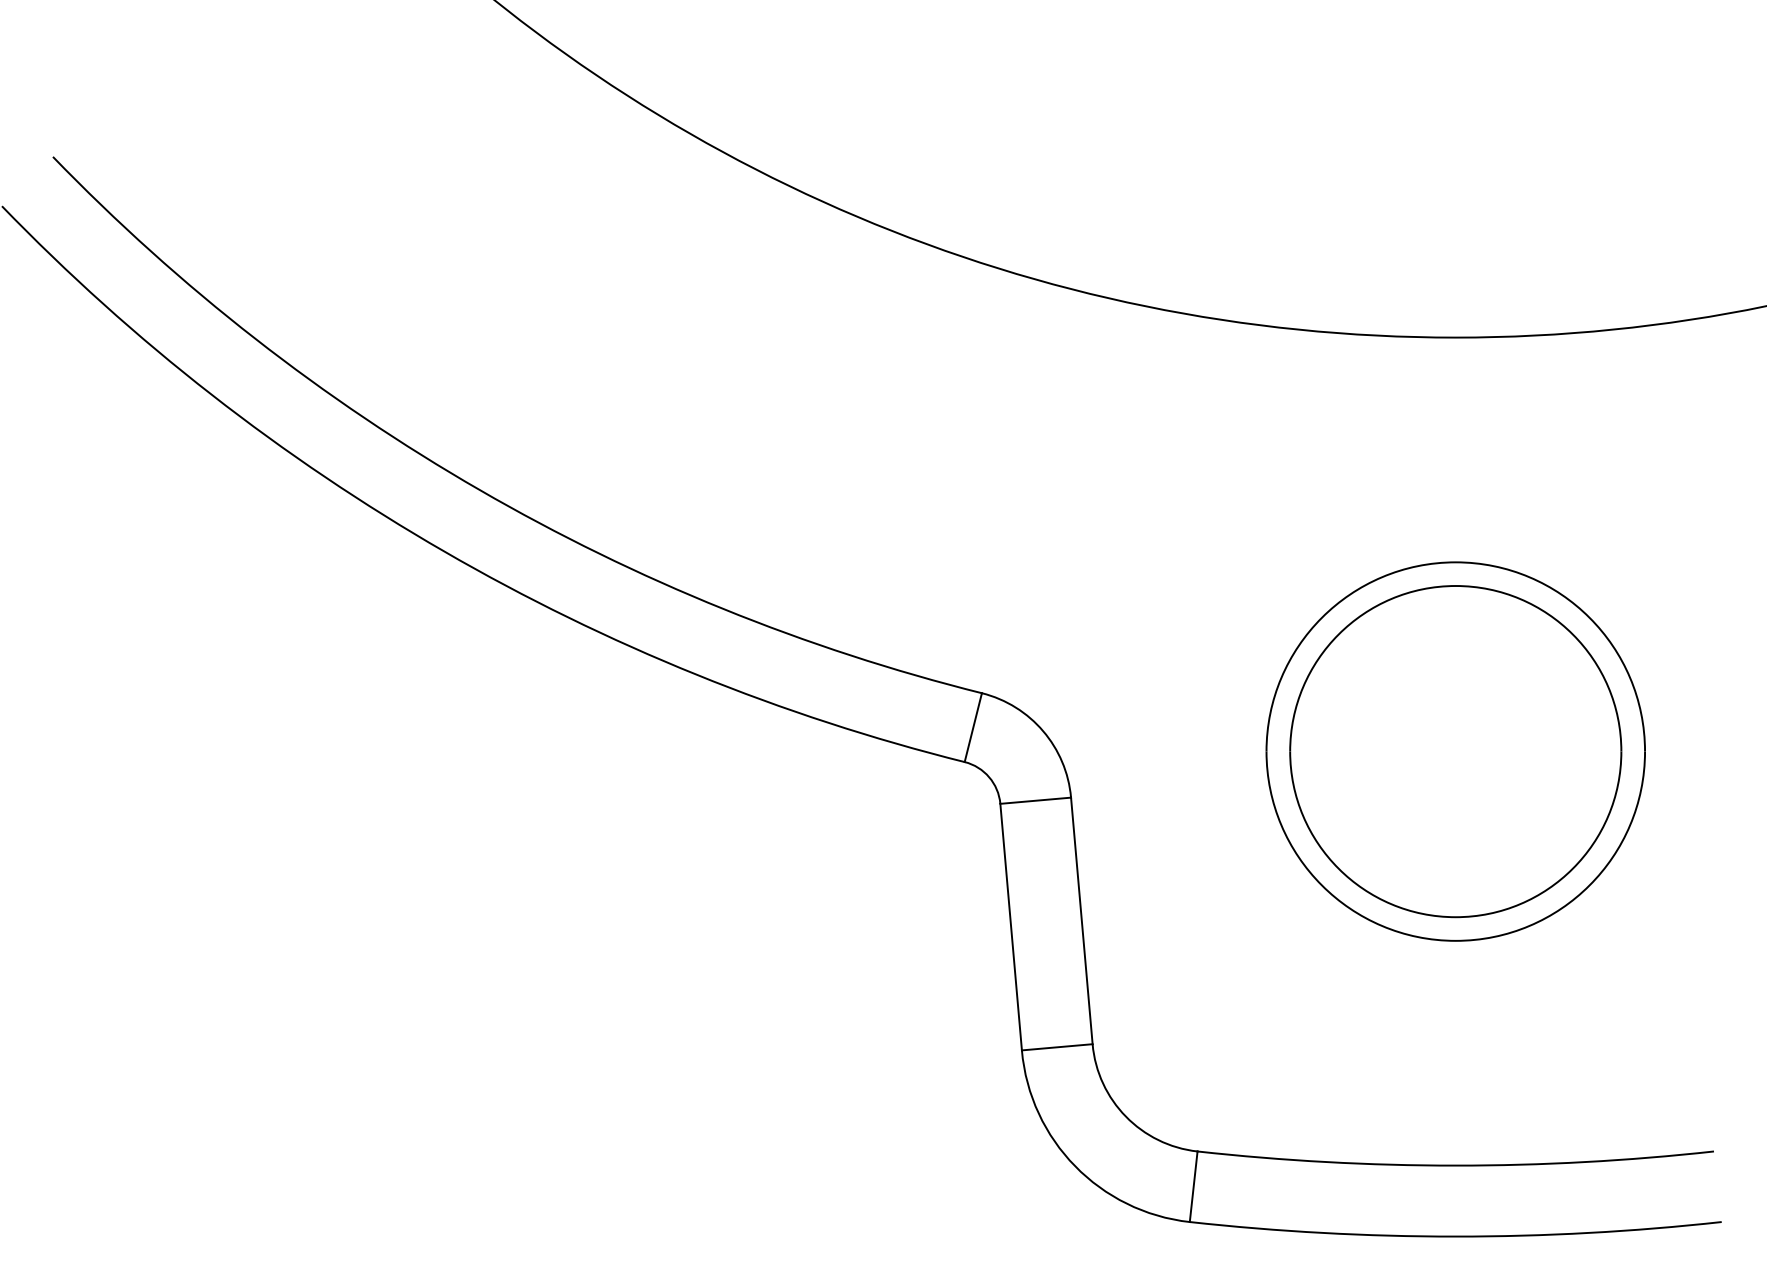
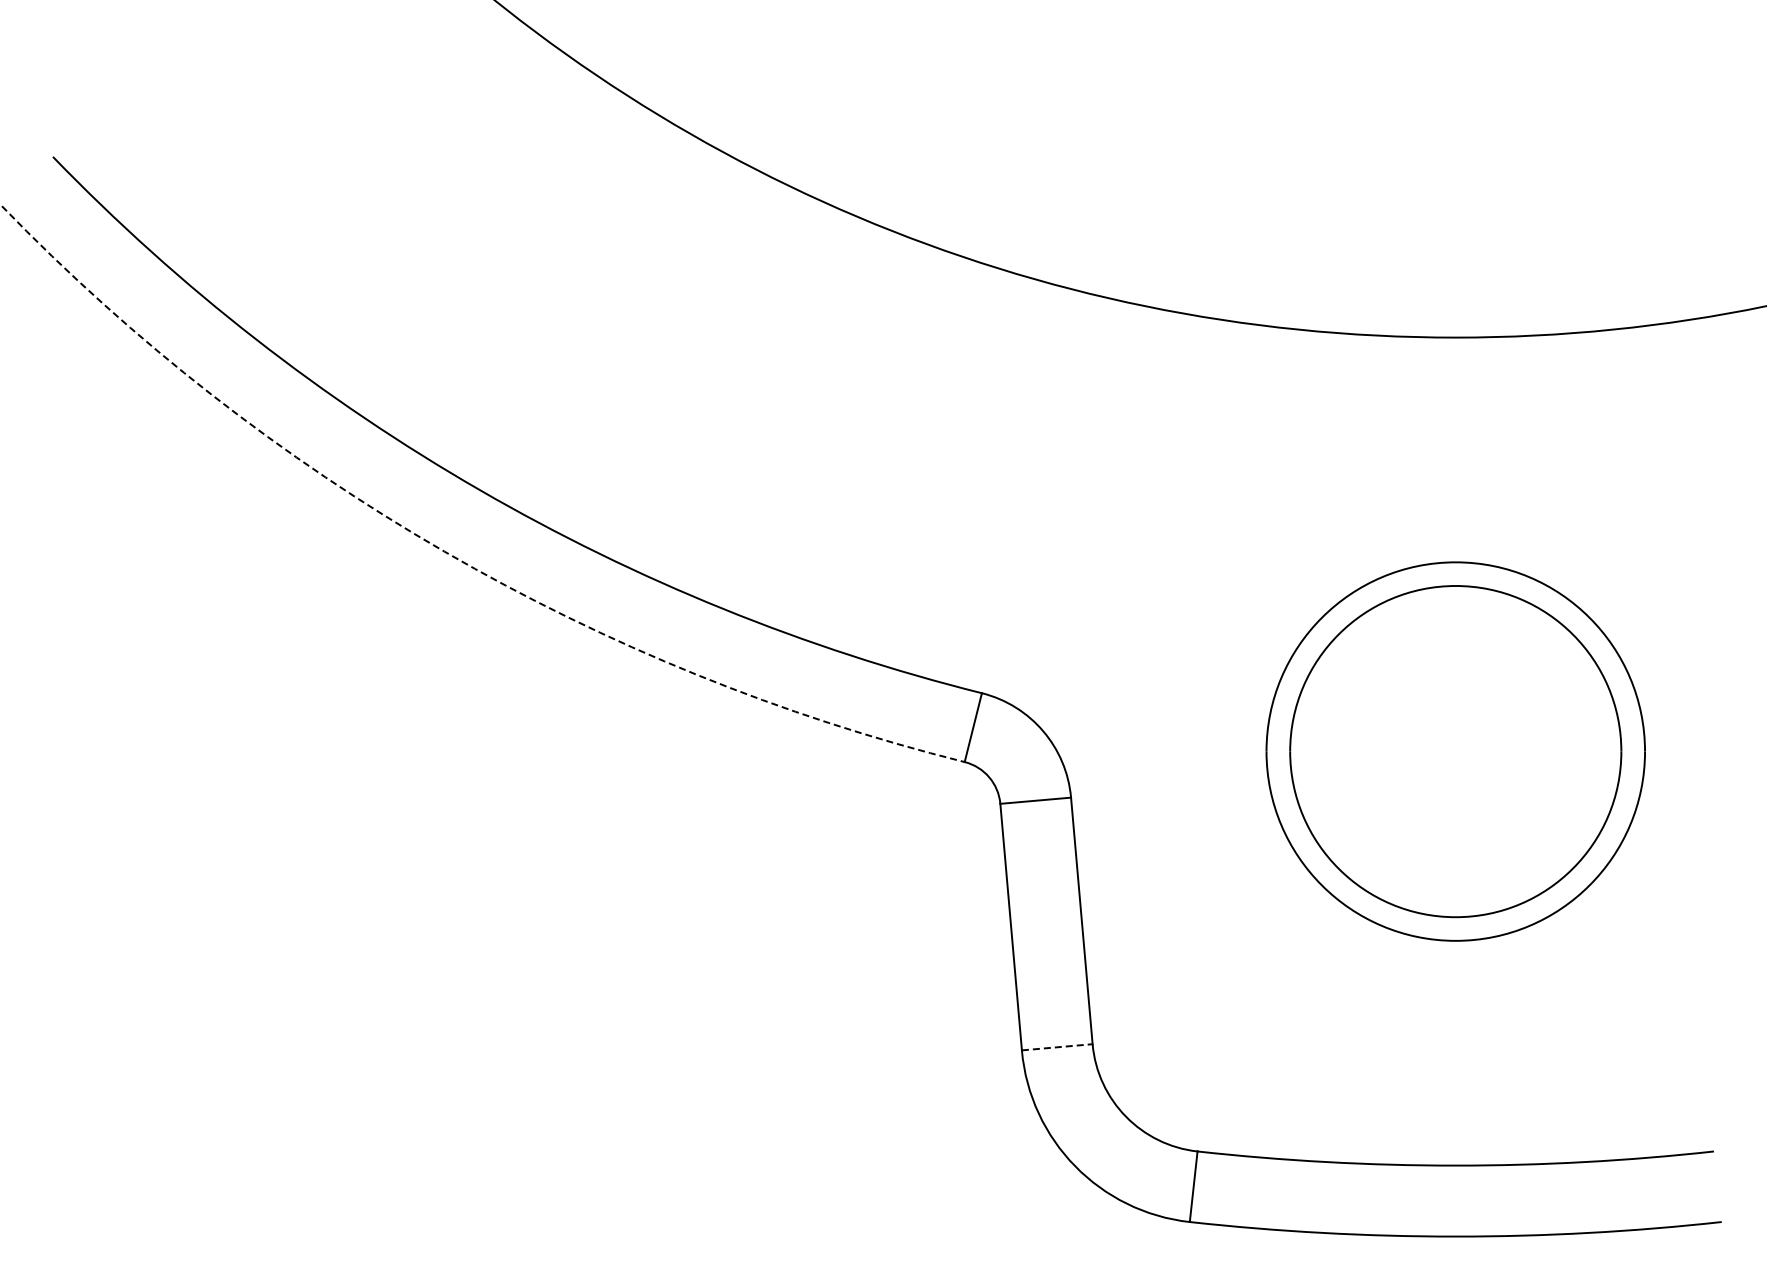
arc at (444, 551): solid -> dashed
line at (1057, 1047): solid -> dashed
